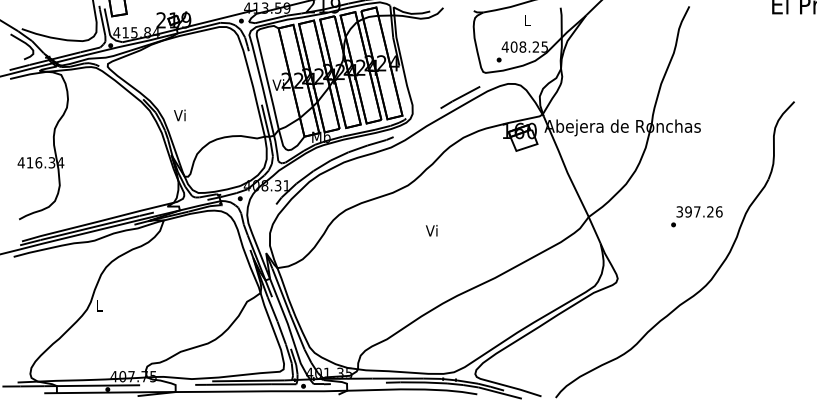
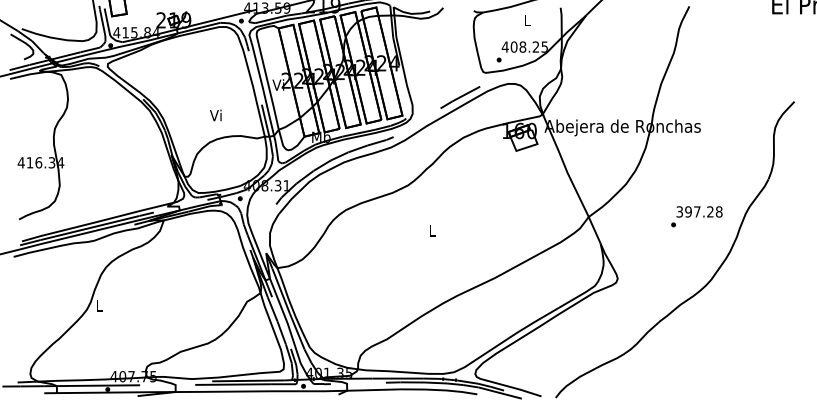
text at (179, 115) position: (179, 115) -> (215, 115)
text at (718, 211): 397.26 -> 397.28
text at (431, 230): Vi -> L
